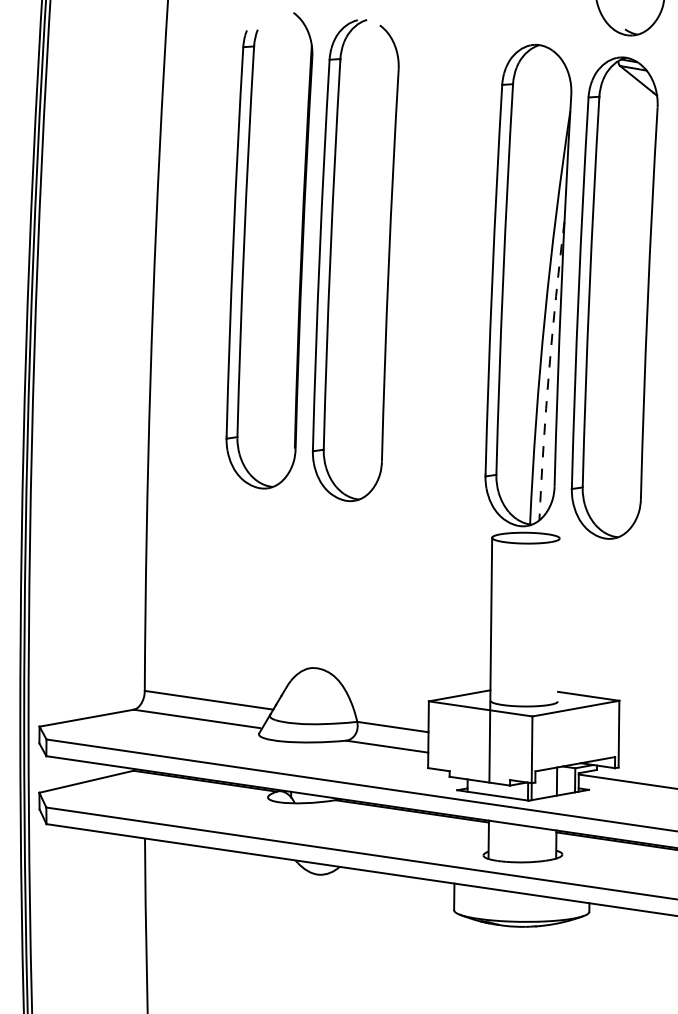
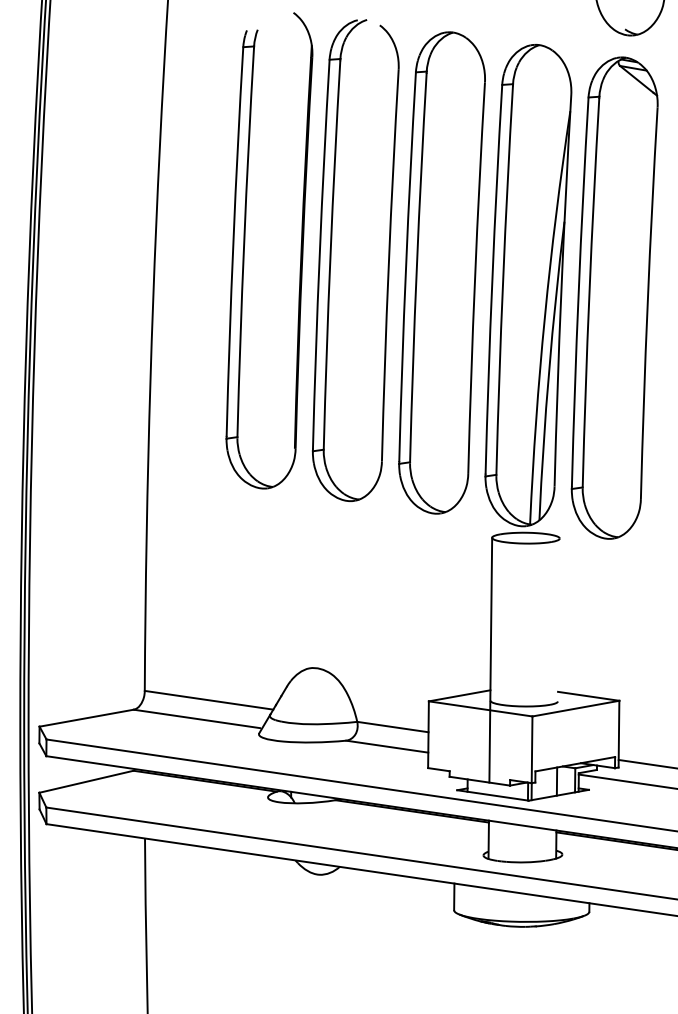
part at (441, 272): none -> present
arc at (549, 370): dashed -> solid
line at (646, 763): none -> present
